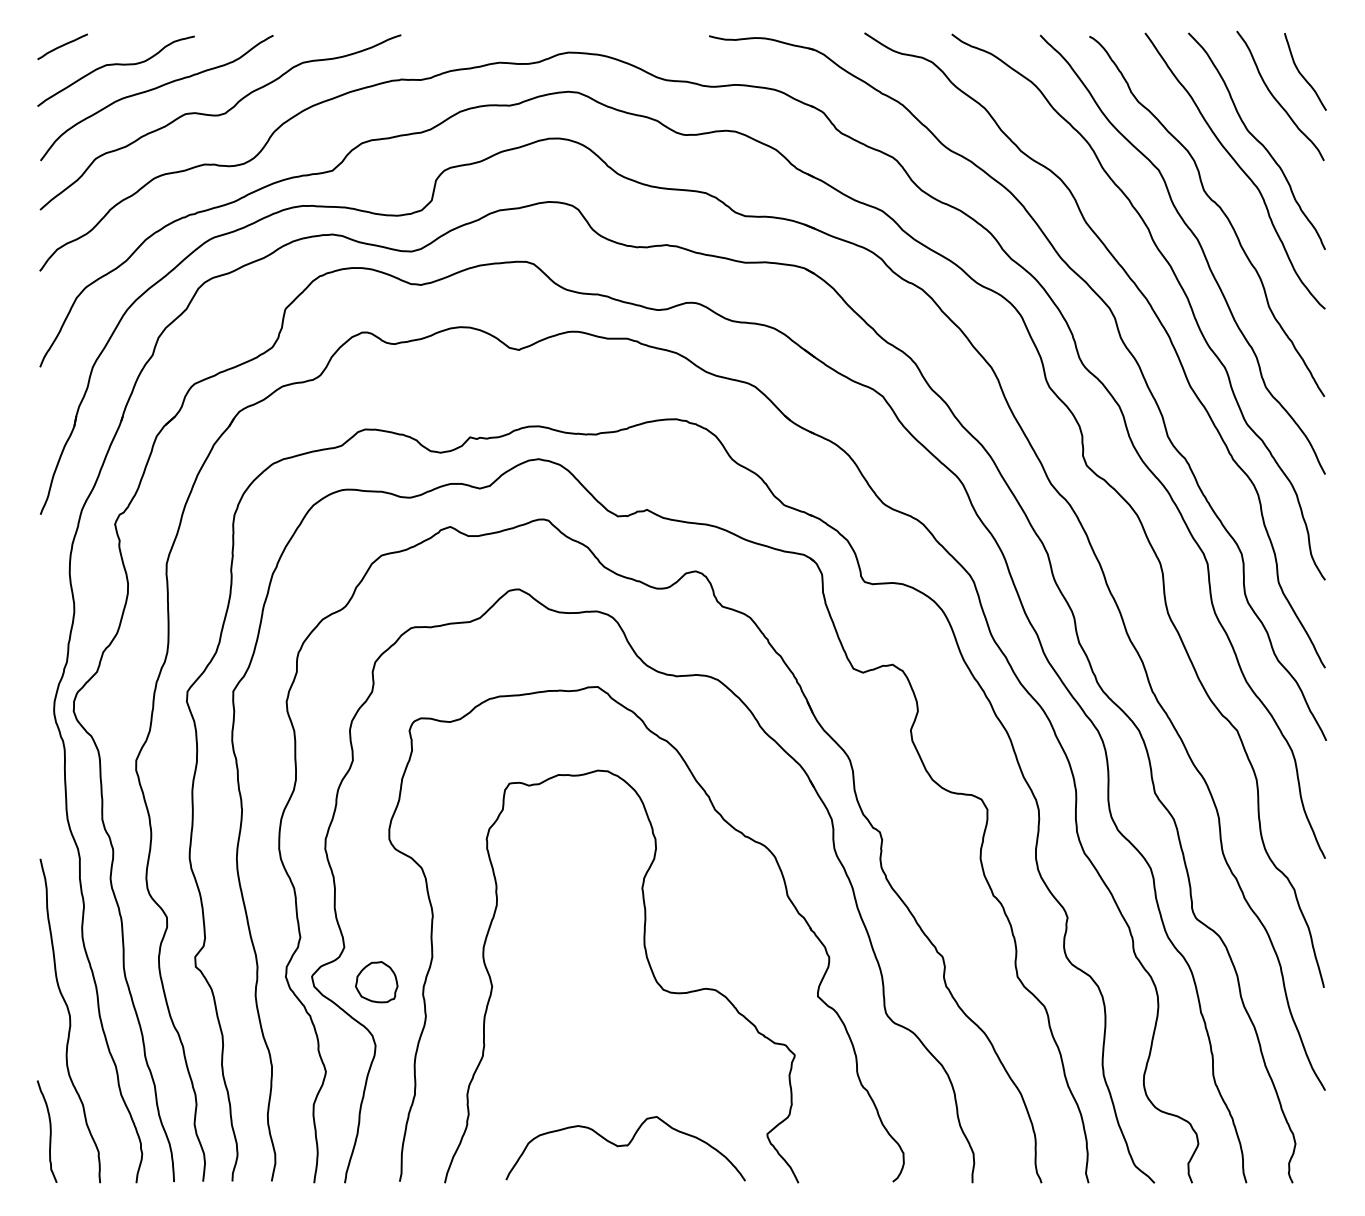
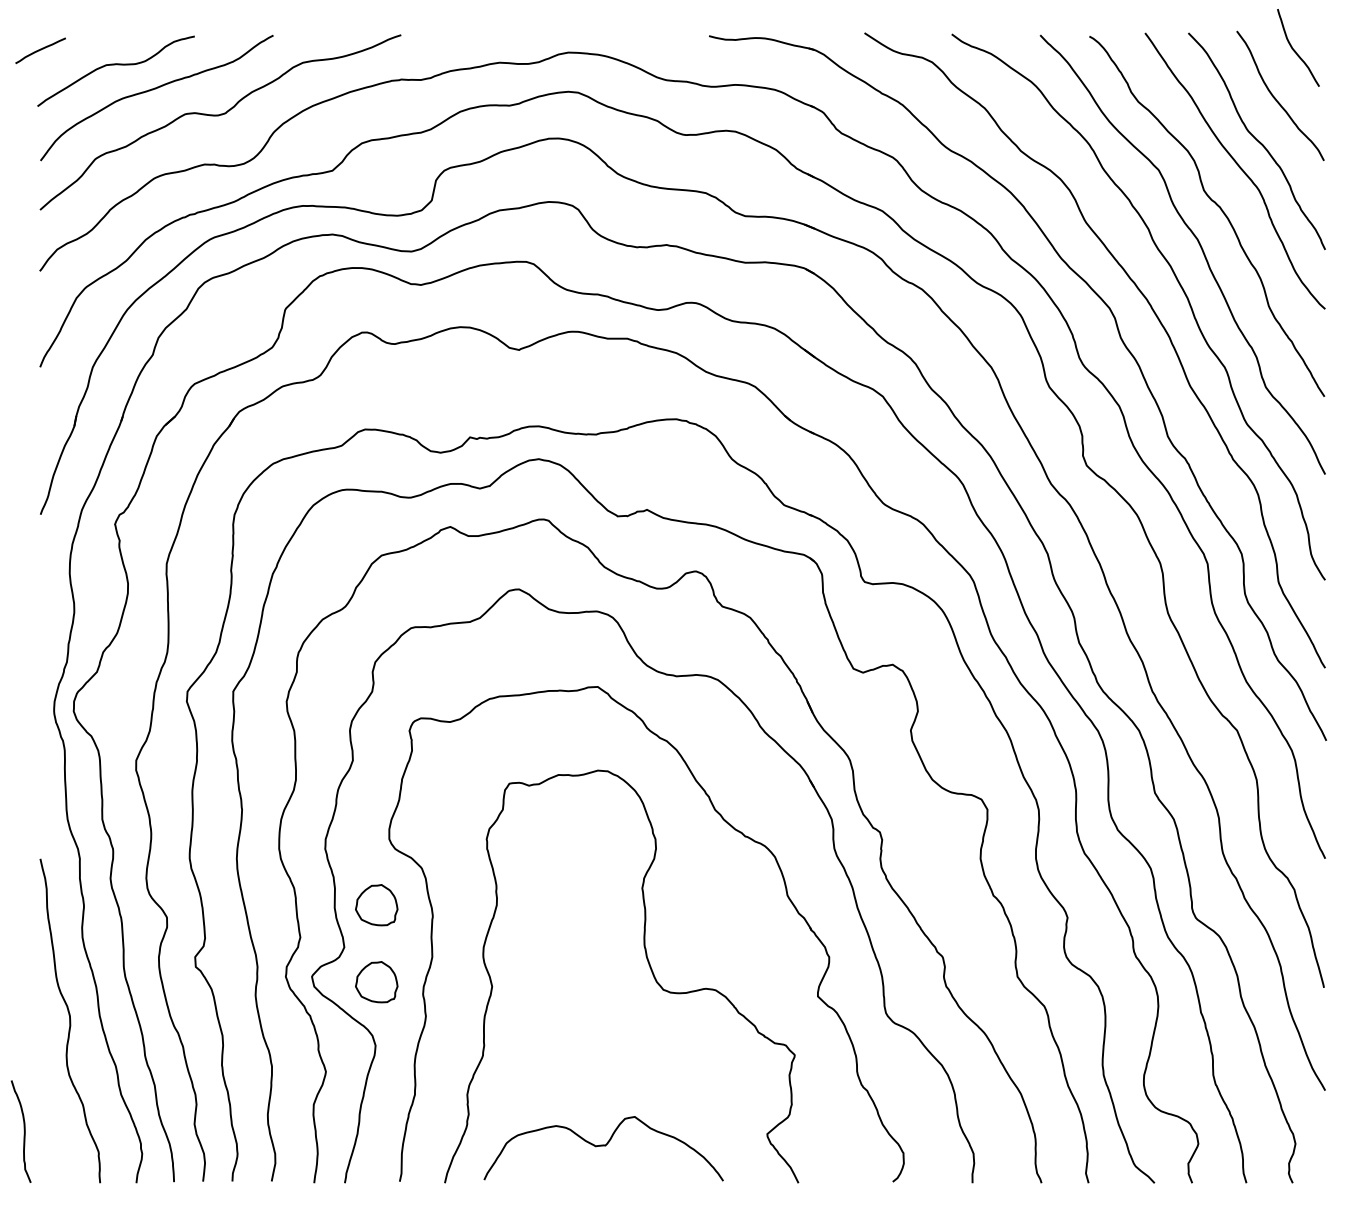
curve at (62, 46) position: (62, 46) -> (40, 50)
curve at (1302, 74) position: (1302, 74) -> (1295, 50)
part at (376, 905): none -> present
curve at (49, 1131) position: (49, 1131) -> (23, 1131)
curve at (625, 1146) position: (625, 1146) -> (603, 1146)
